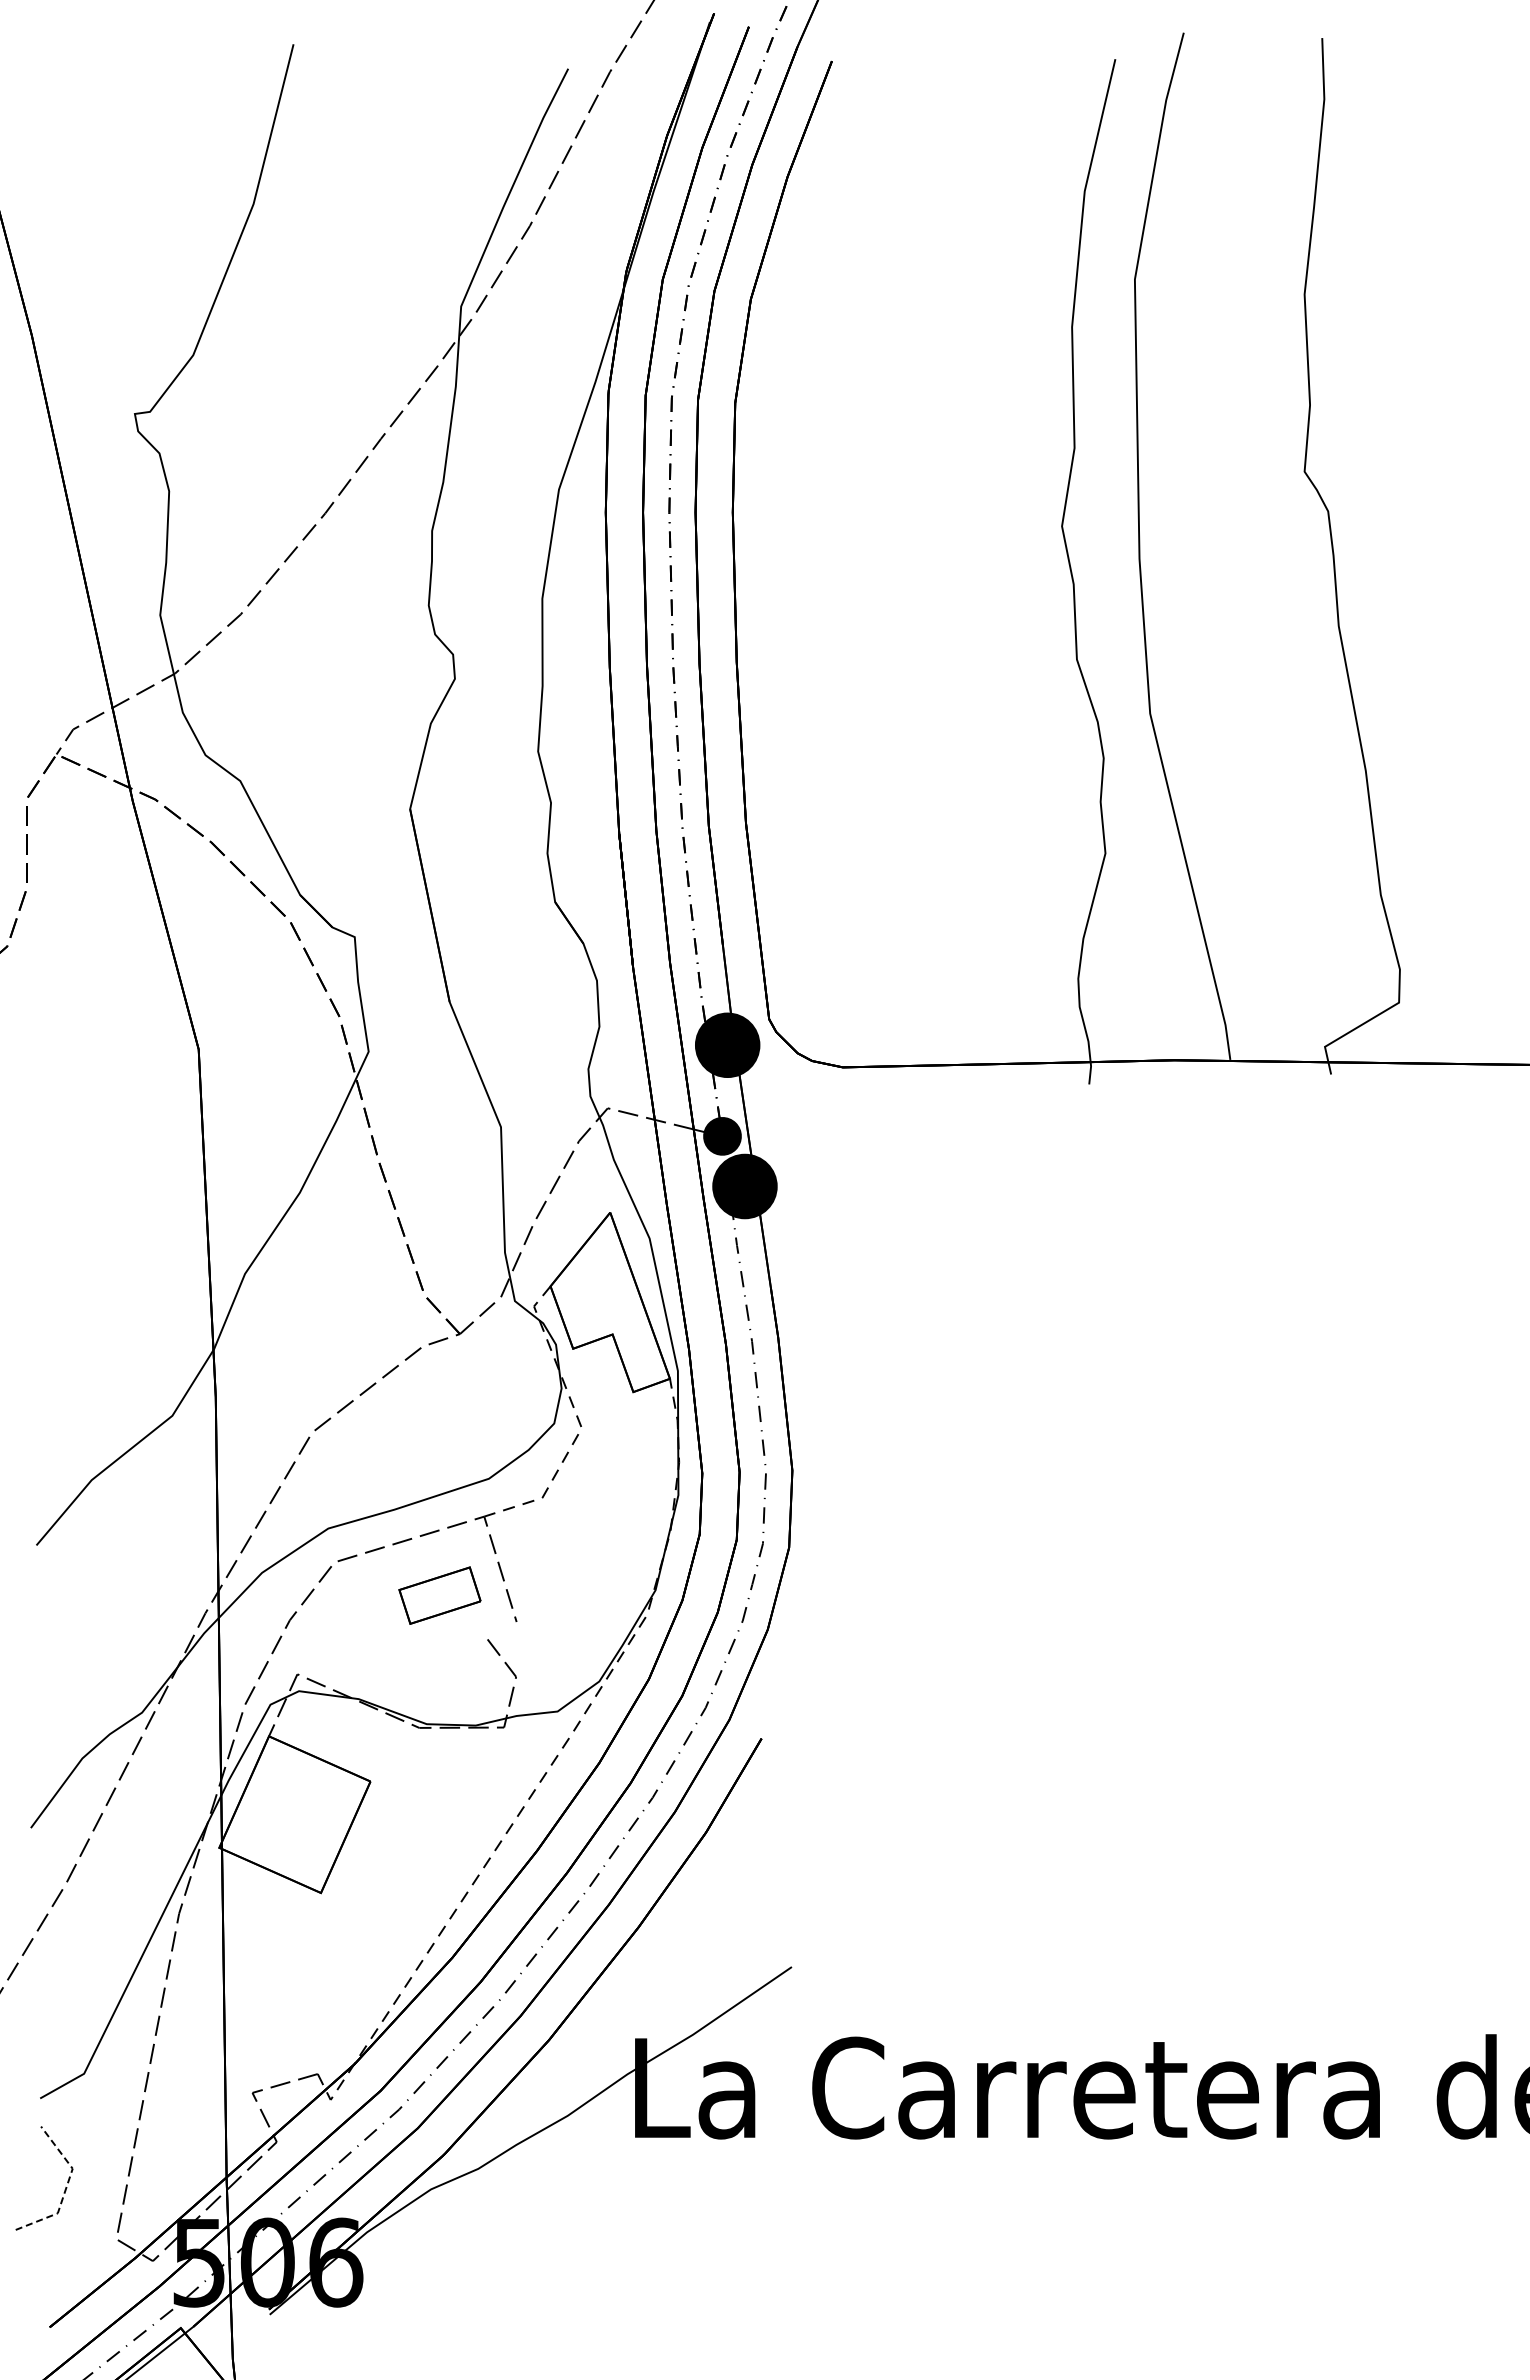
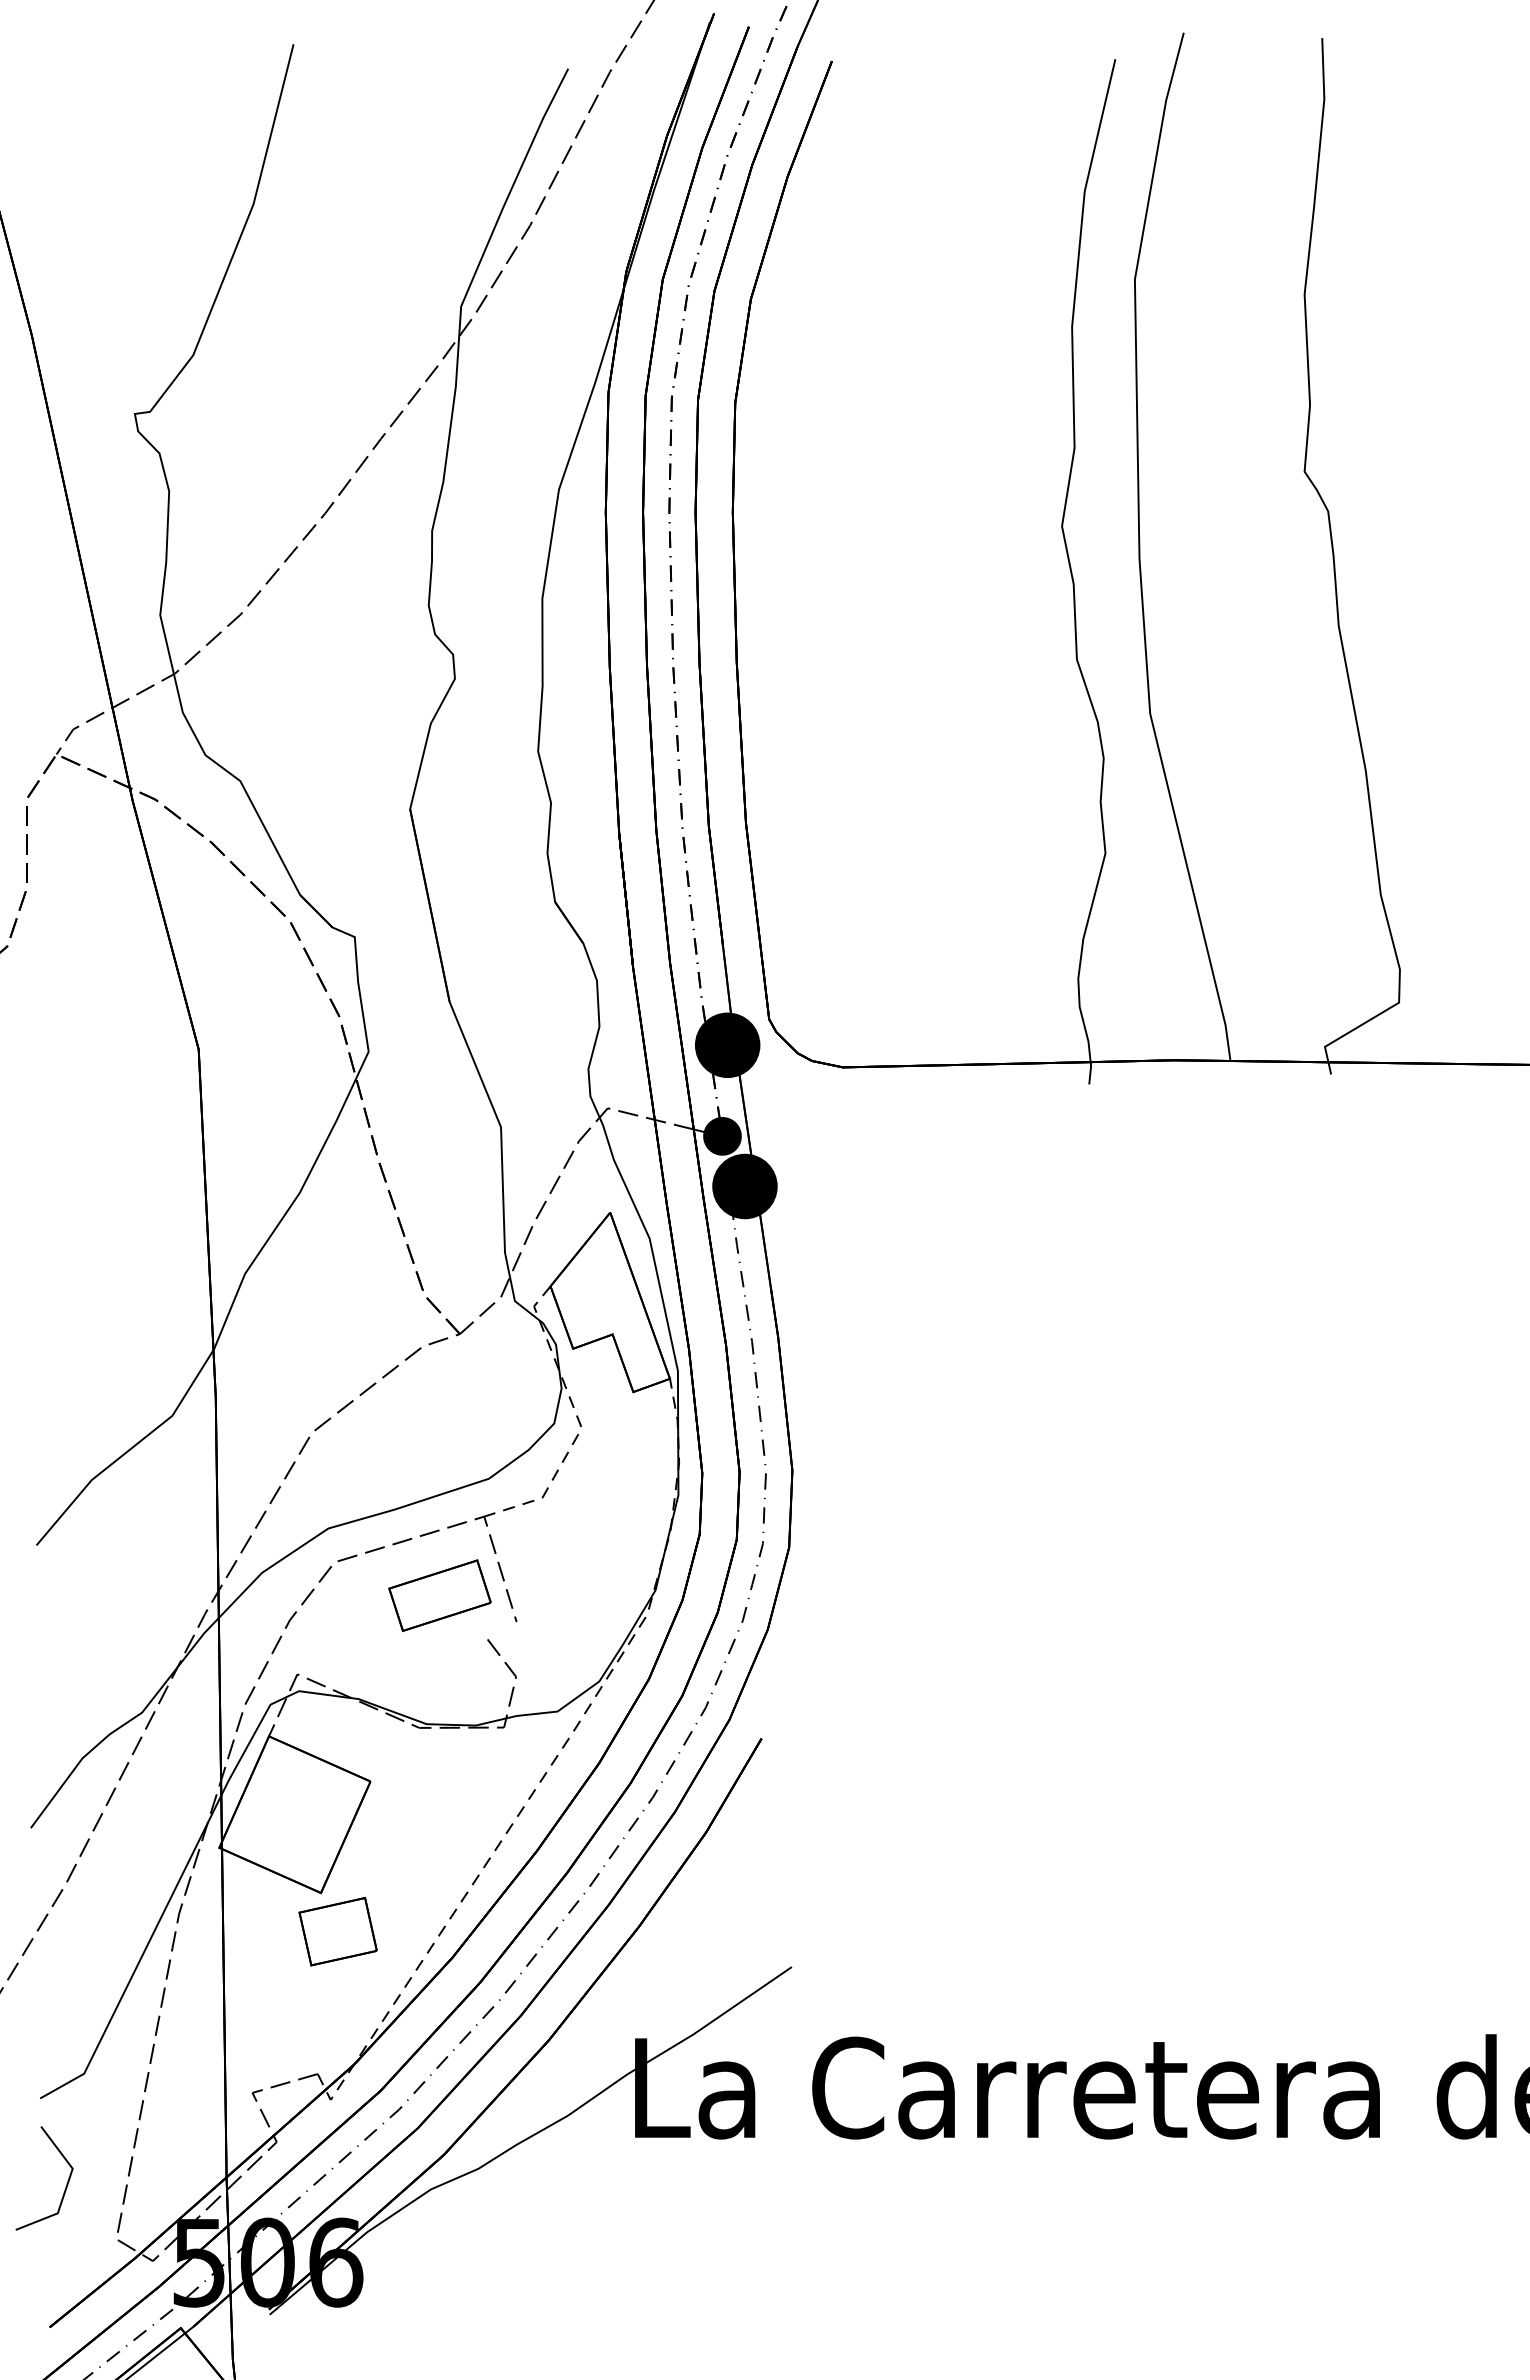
part at (439, 1595) size: 84x59 px -> 104x73 px
part at (337, 1931): none -> present
line at (66, 2187): dashed -> solid
